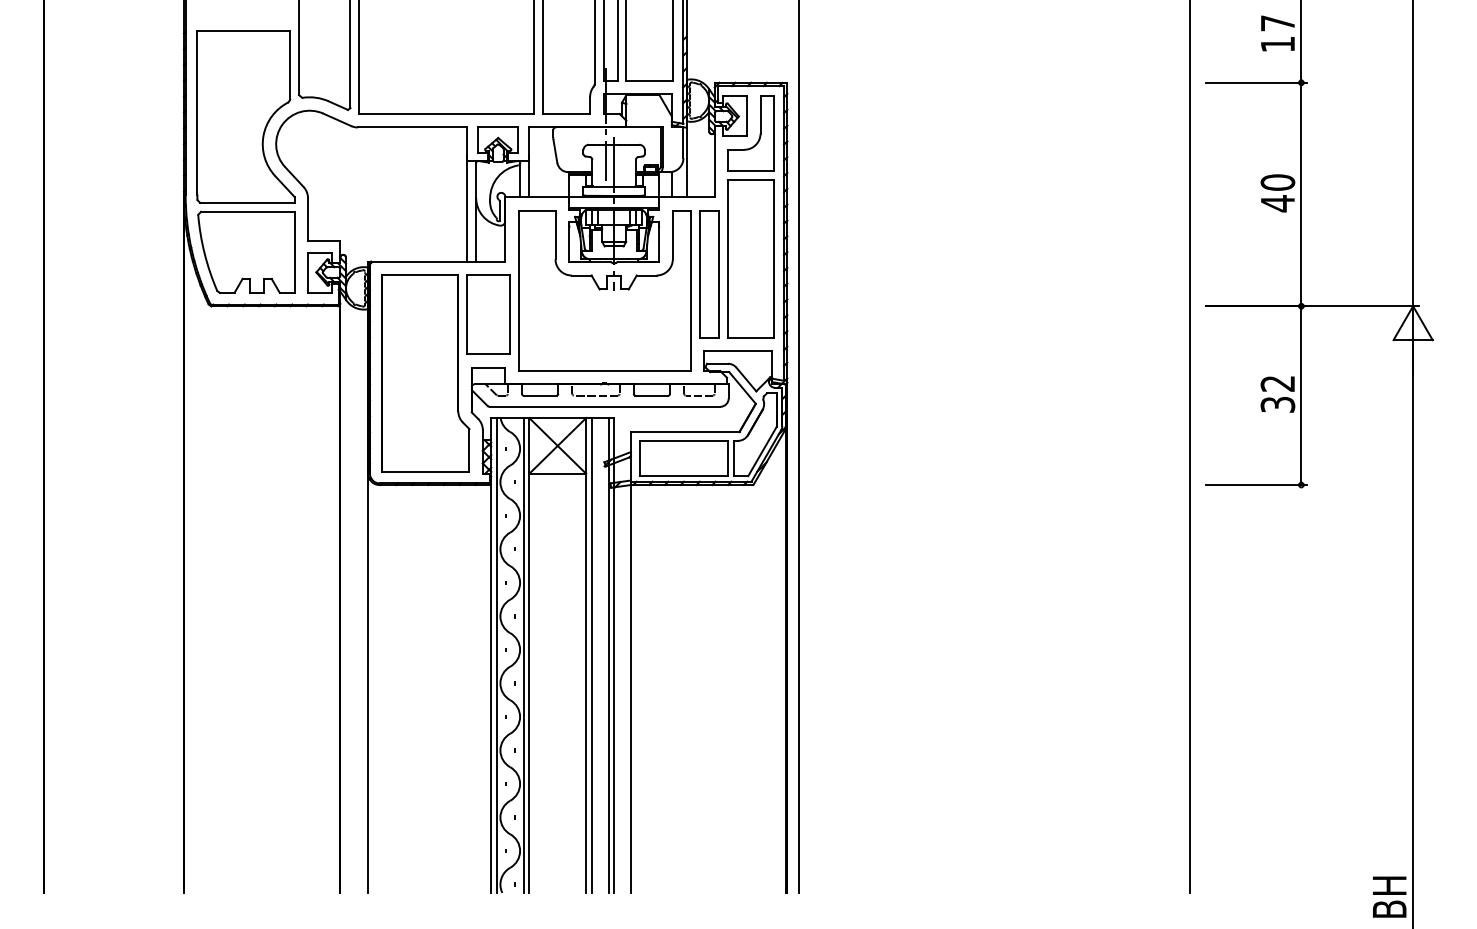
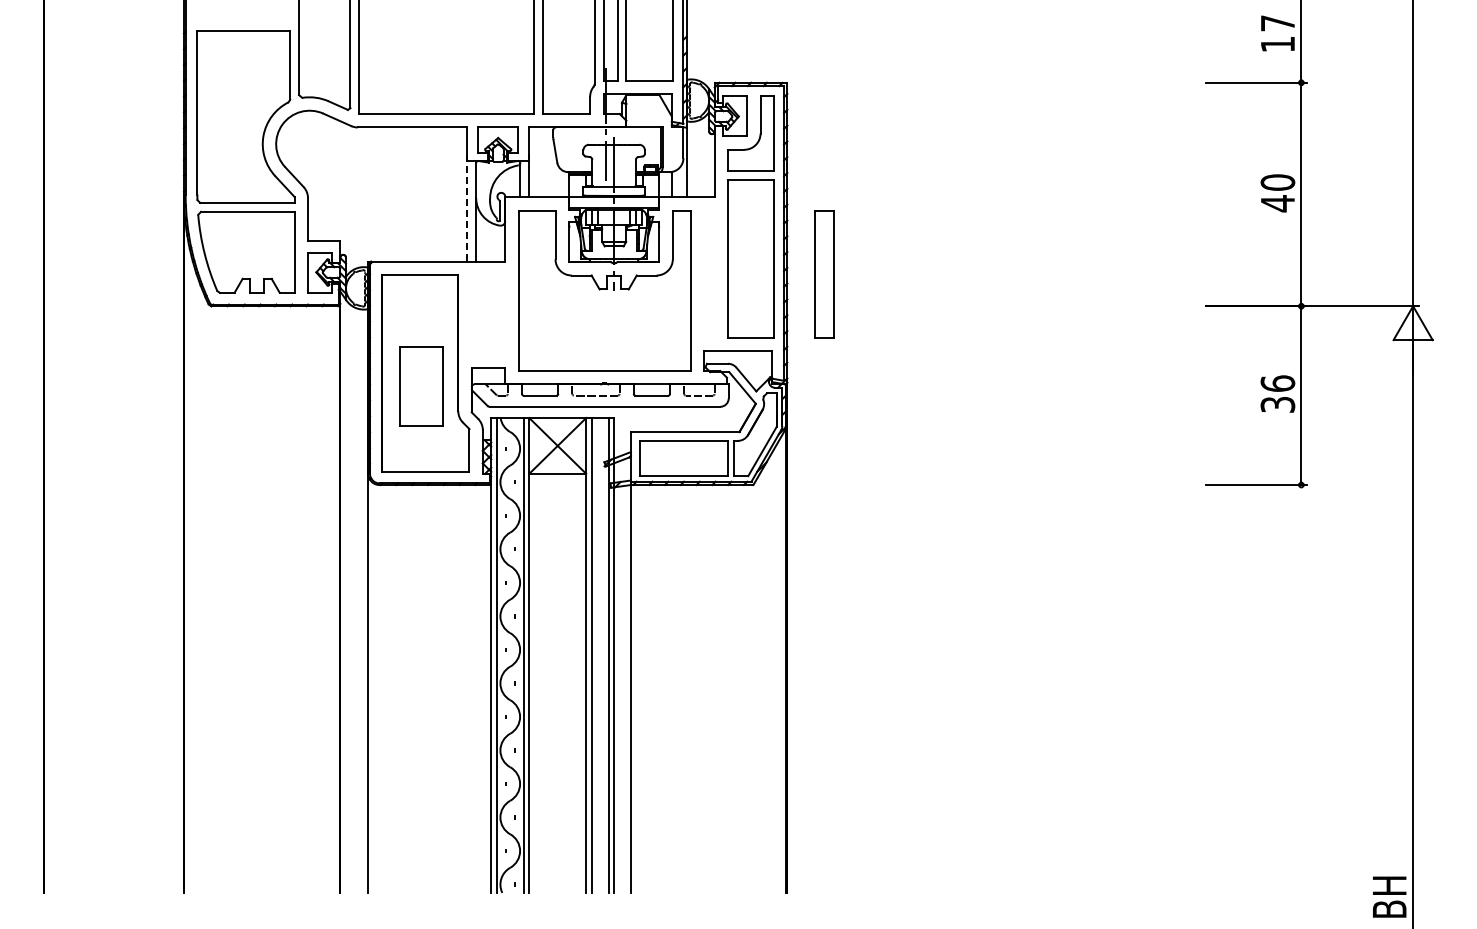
line at (467, 208): solid -> dashed
part at (709, 274) position: (709, 274) -> (824, 274)
part at (488, 314) position: (488, 314) -> (421, 386)
text at (1277, 383): 32 -> 36
line at (798, 447): present -> none
line at (1189, 447): present -> none
